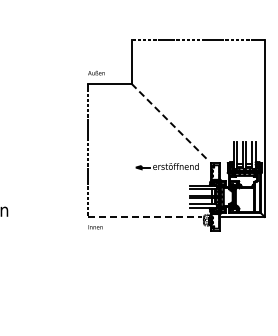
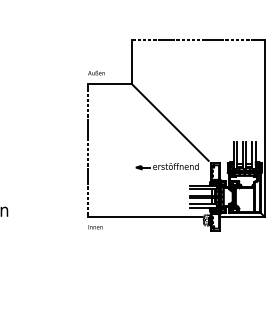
line at (170, 122): dashed -> solid
line at (145, 216): dashed -> solid
